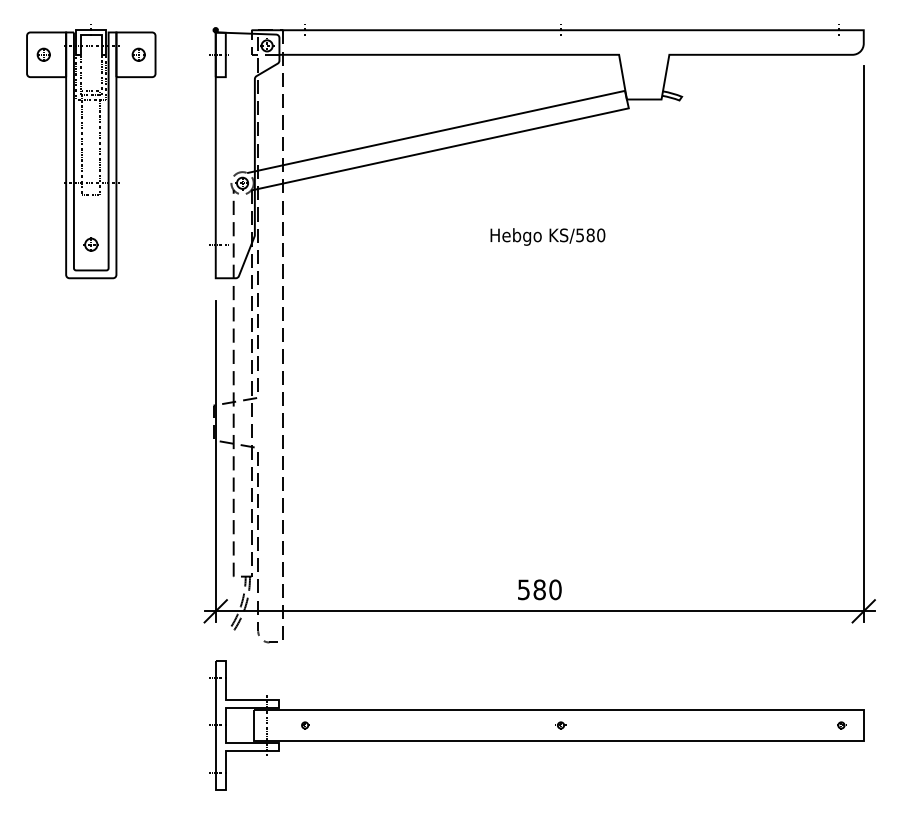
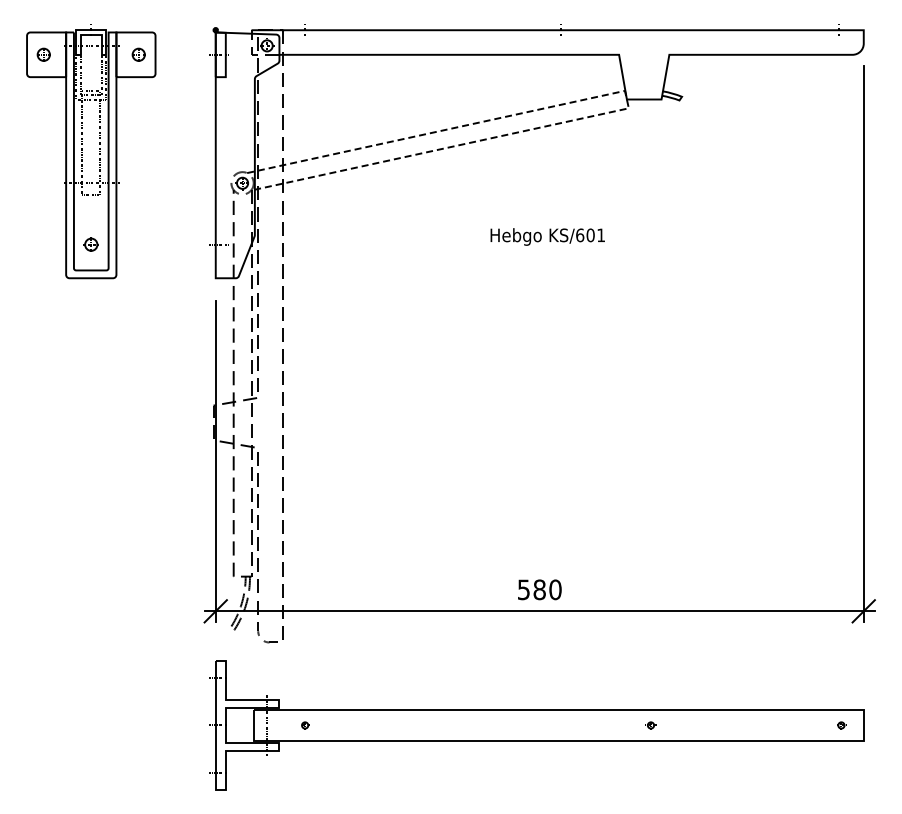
line at (626, 99): solid -> dashed
text at (590, 235): KS/580 -> KS/601
part at (560, 725) position: (560, 725) -> (650, 725)
